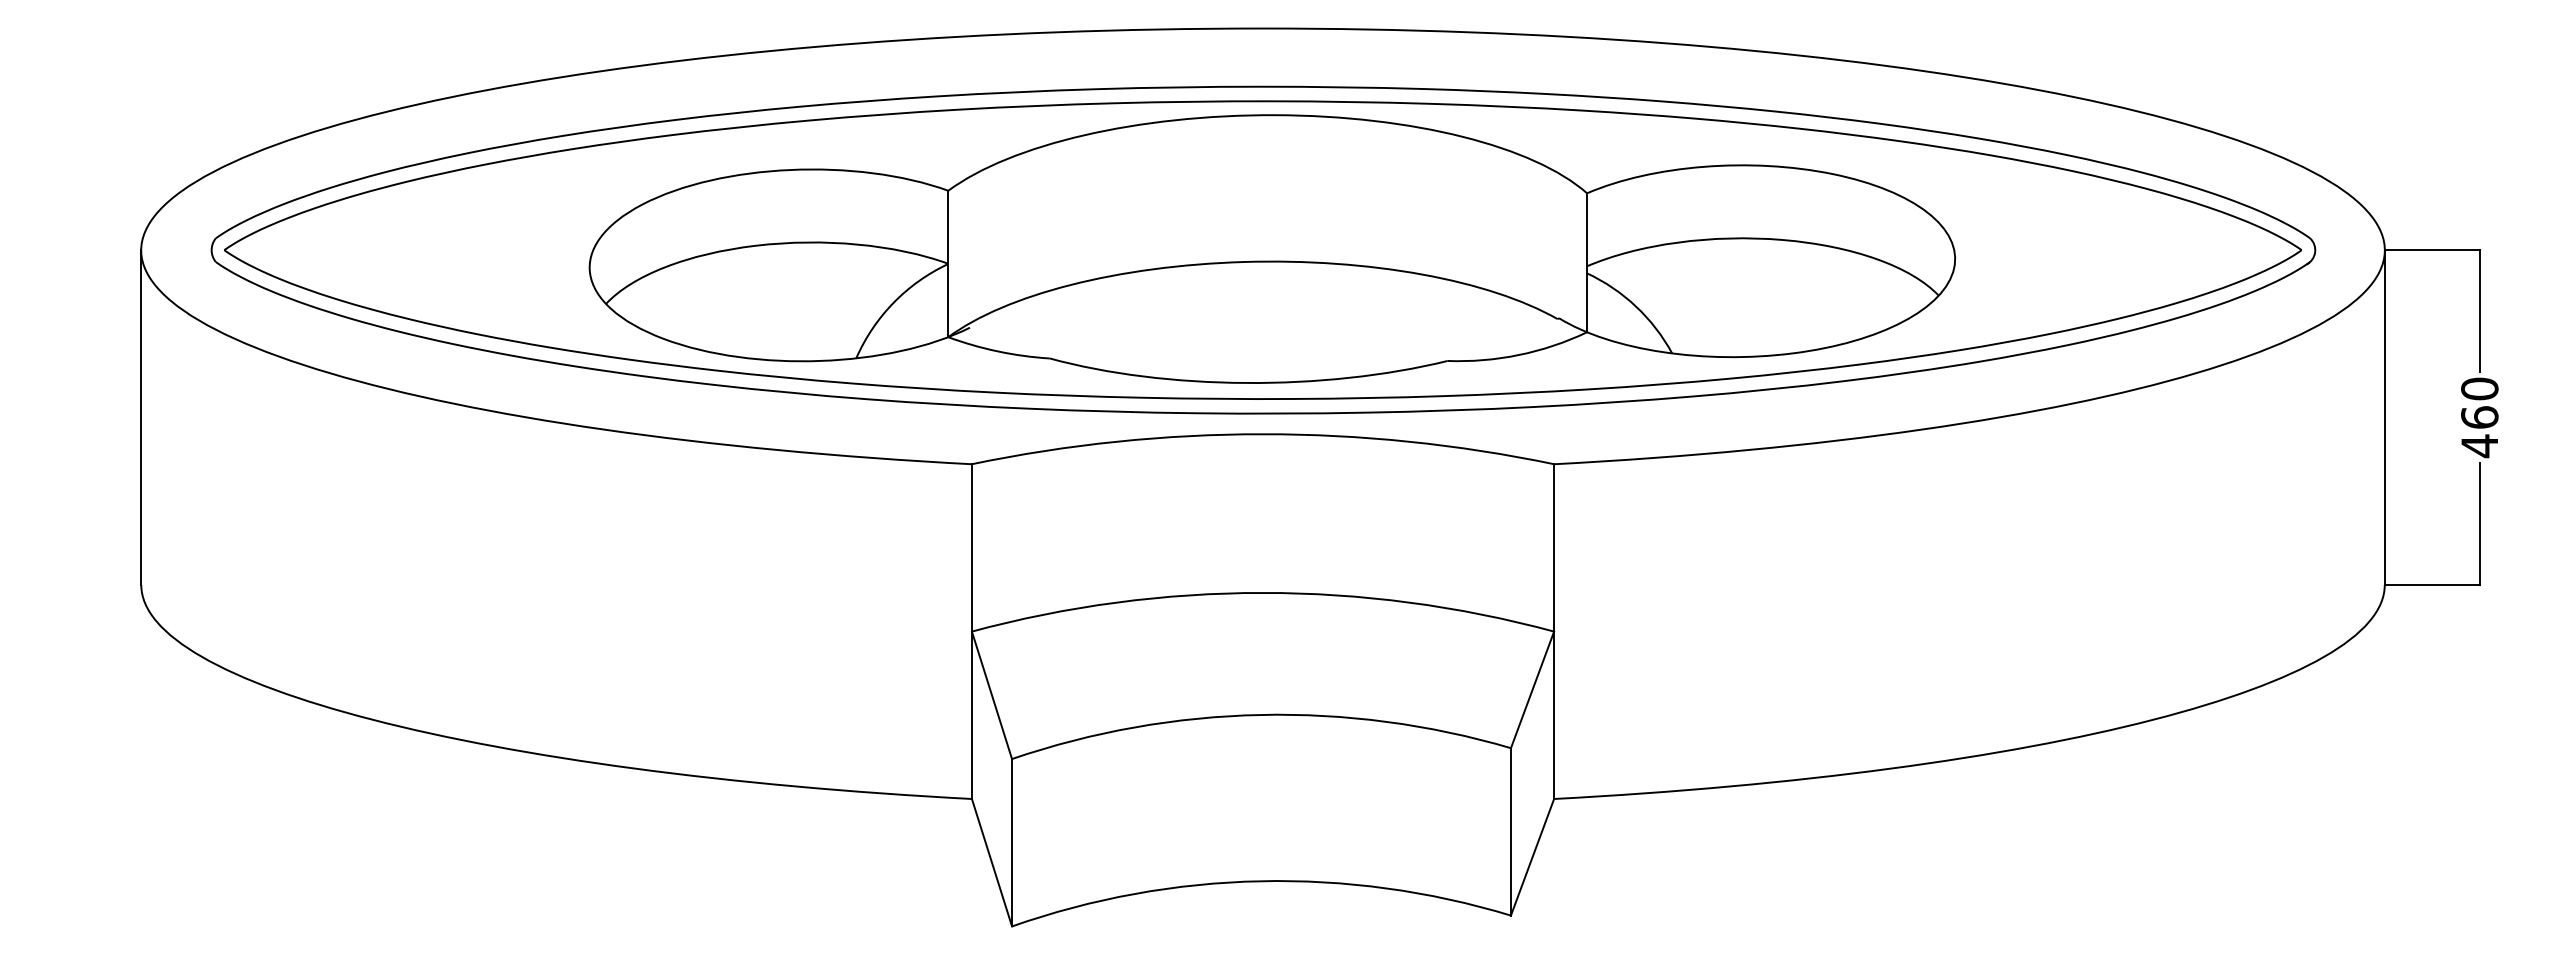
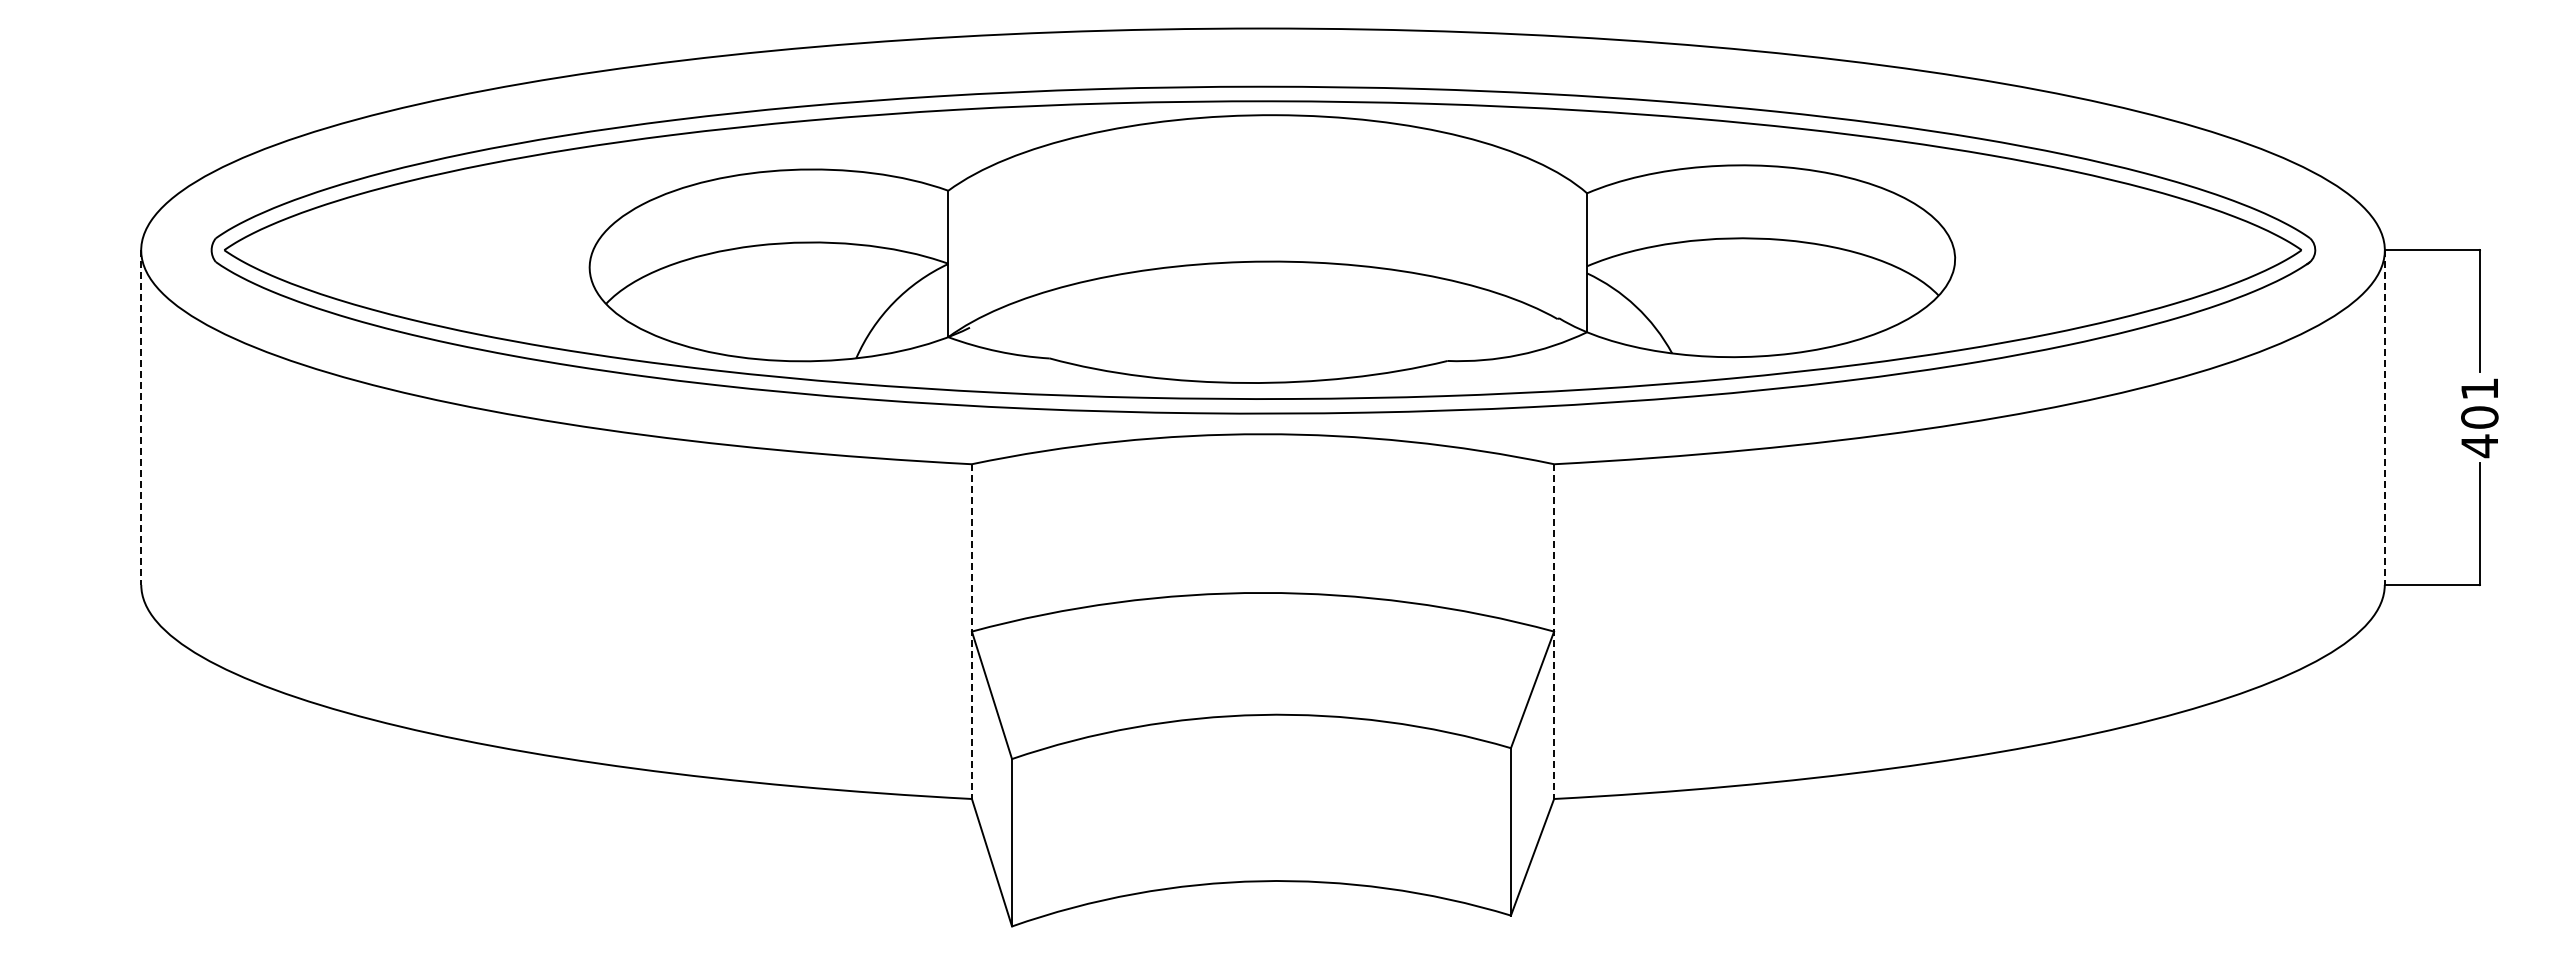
text at (2479, 402): 460 -> 401
line at (141, 418): solid -> dashed
line at (2384, 418): solid -> dashed
line at (971, 632): solid -> dashed
line at (1554, 632): solid -> dashed
